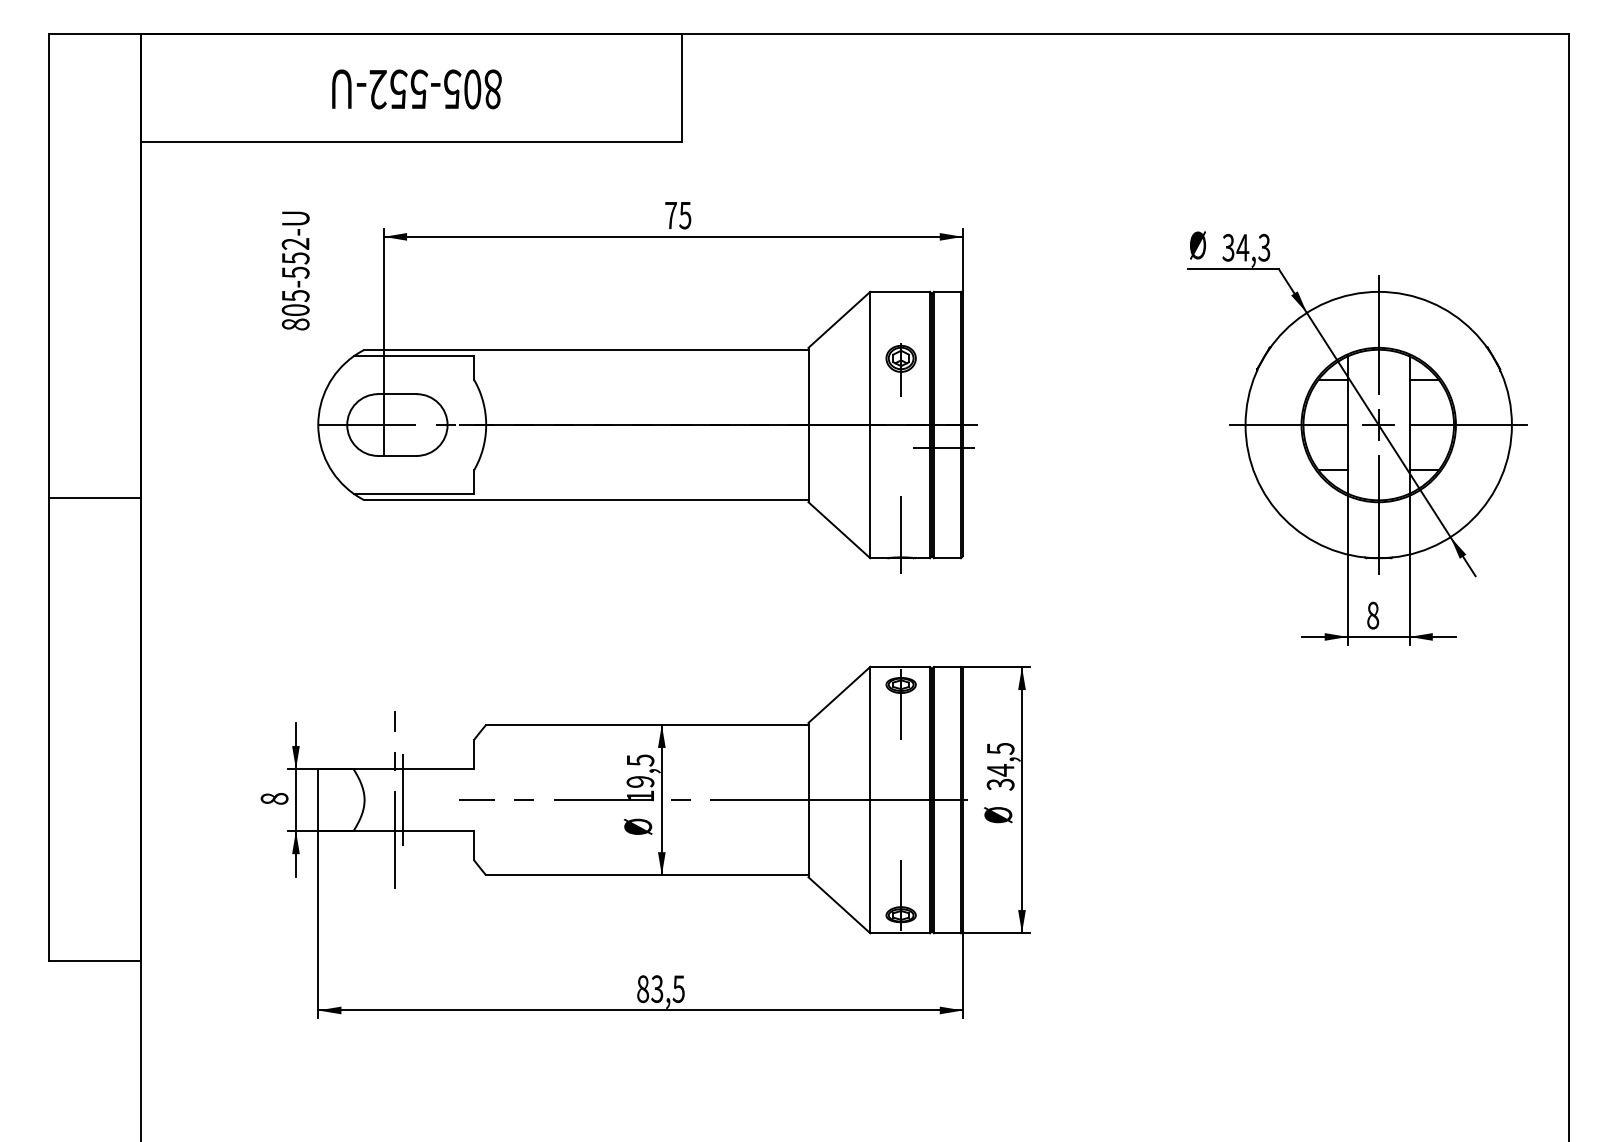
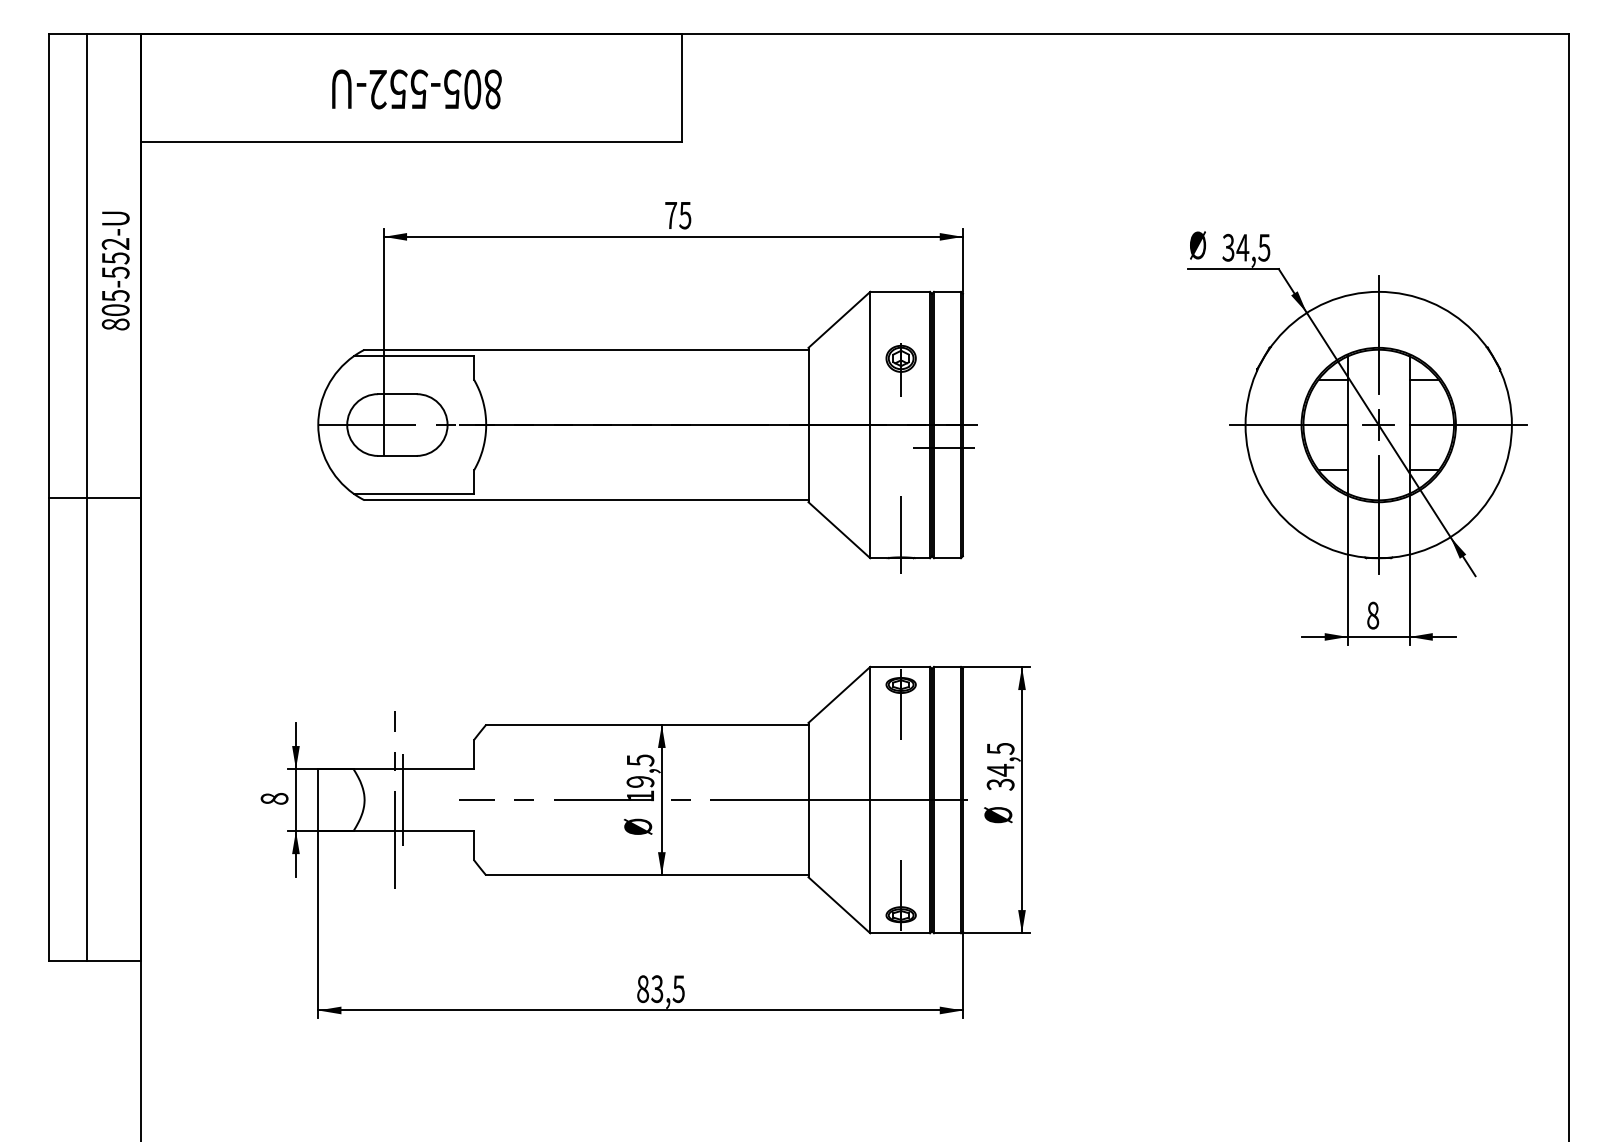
text at (1264, 247): 34,3 -> 34,5
text at (295, 270) position: (295, 270) -> (115, 270)
line at (87, 497): none -> present
